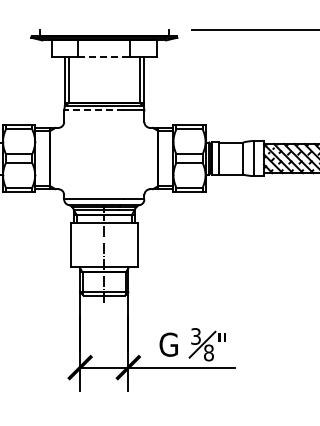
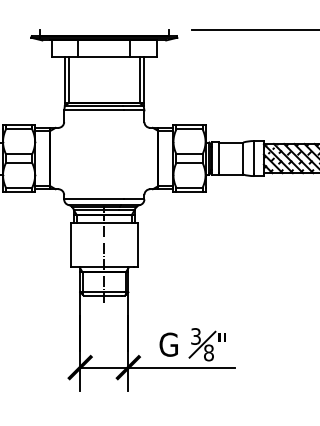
line at (104, 56): dashed -> solid
line at (93, 110): dashed -> solid
